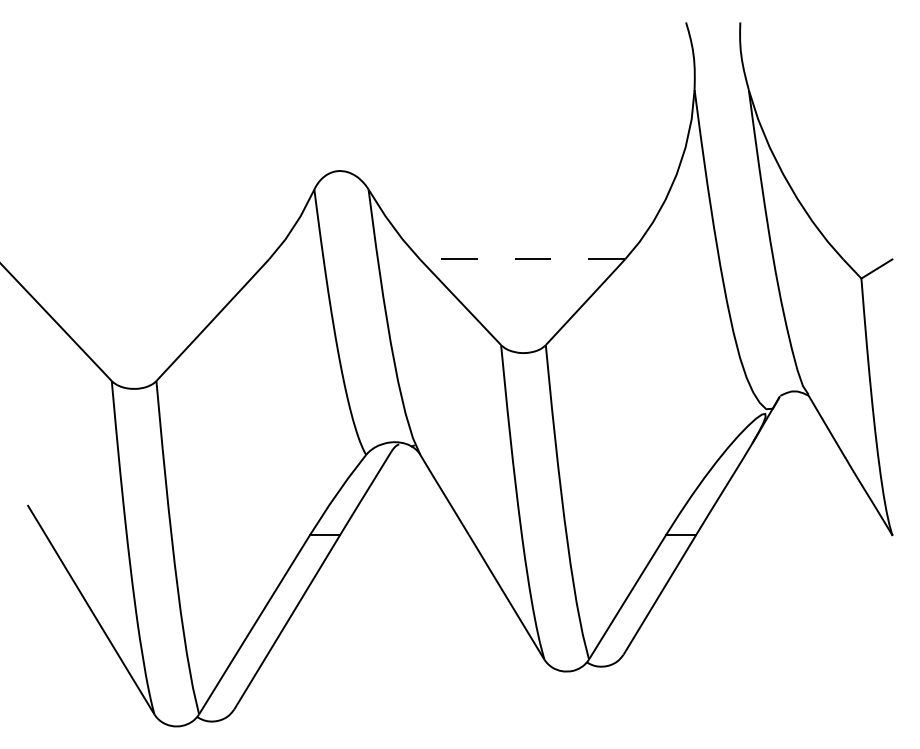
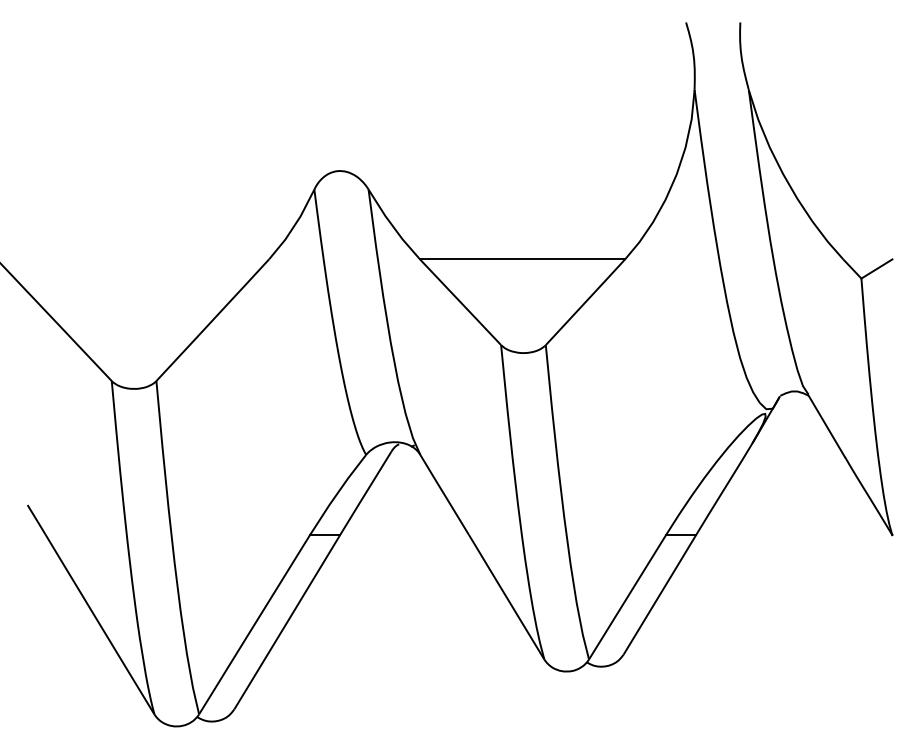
line at (522, 259): dashed -> solid
